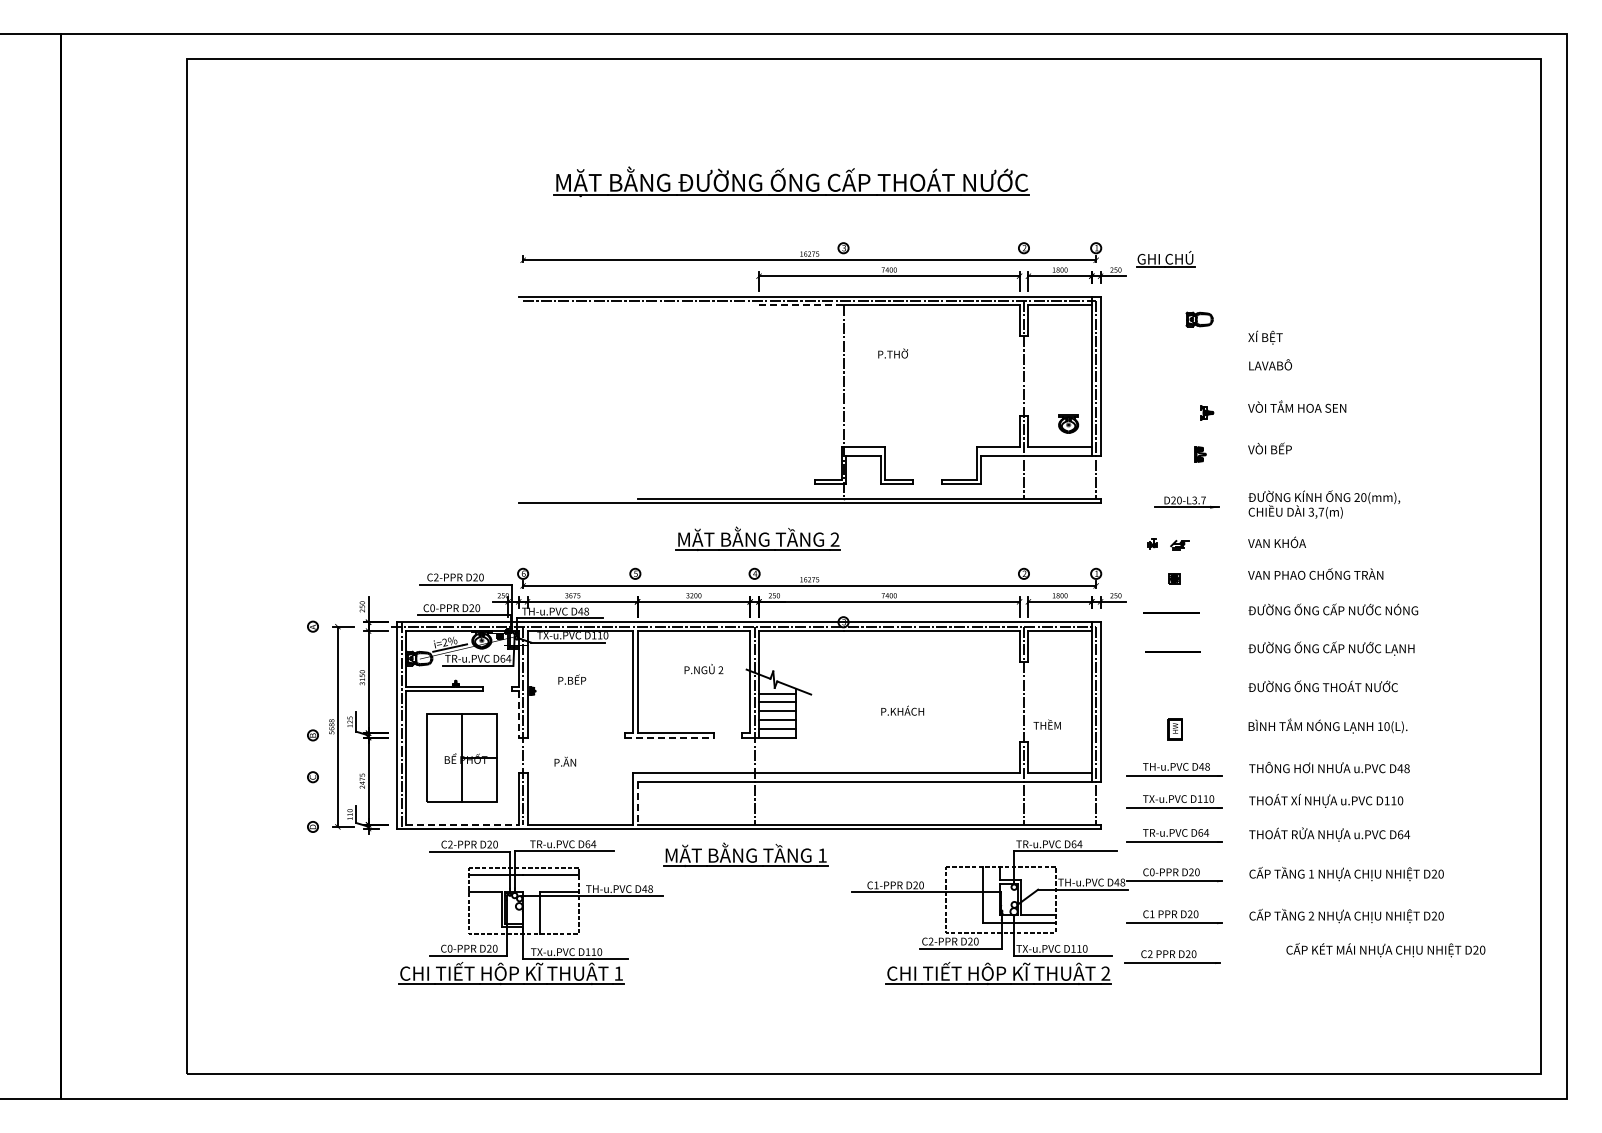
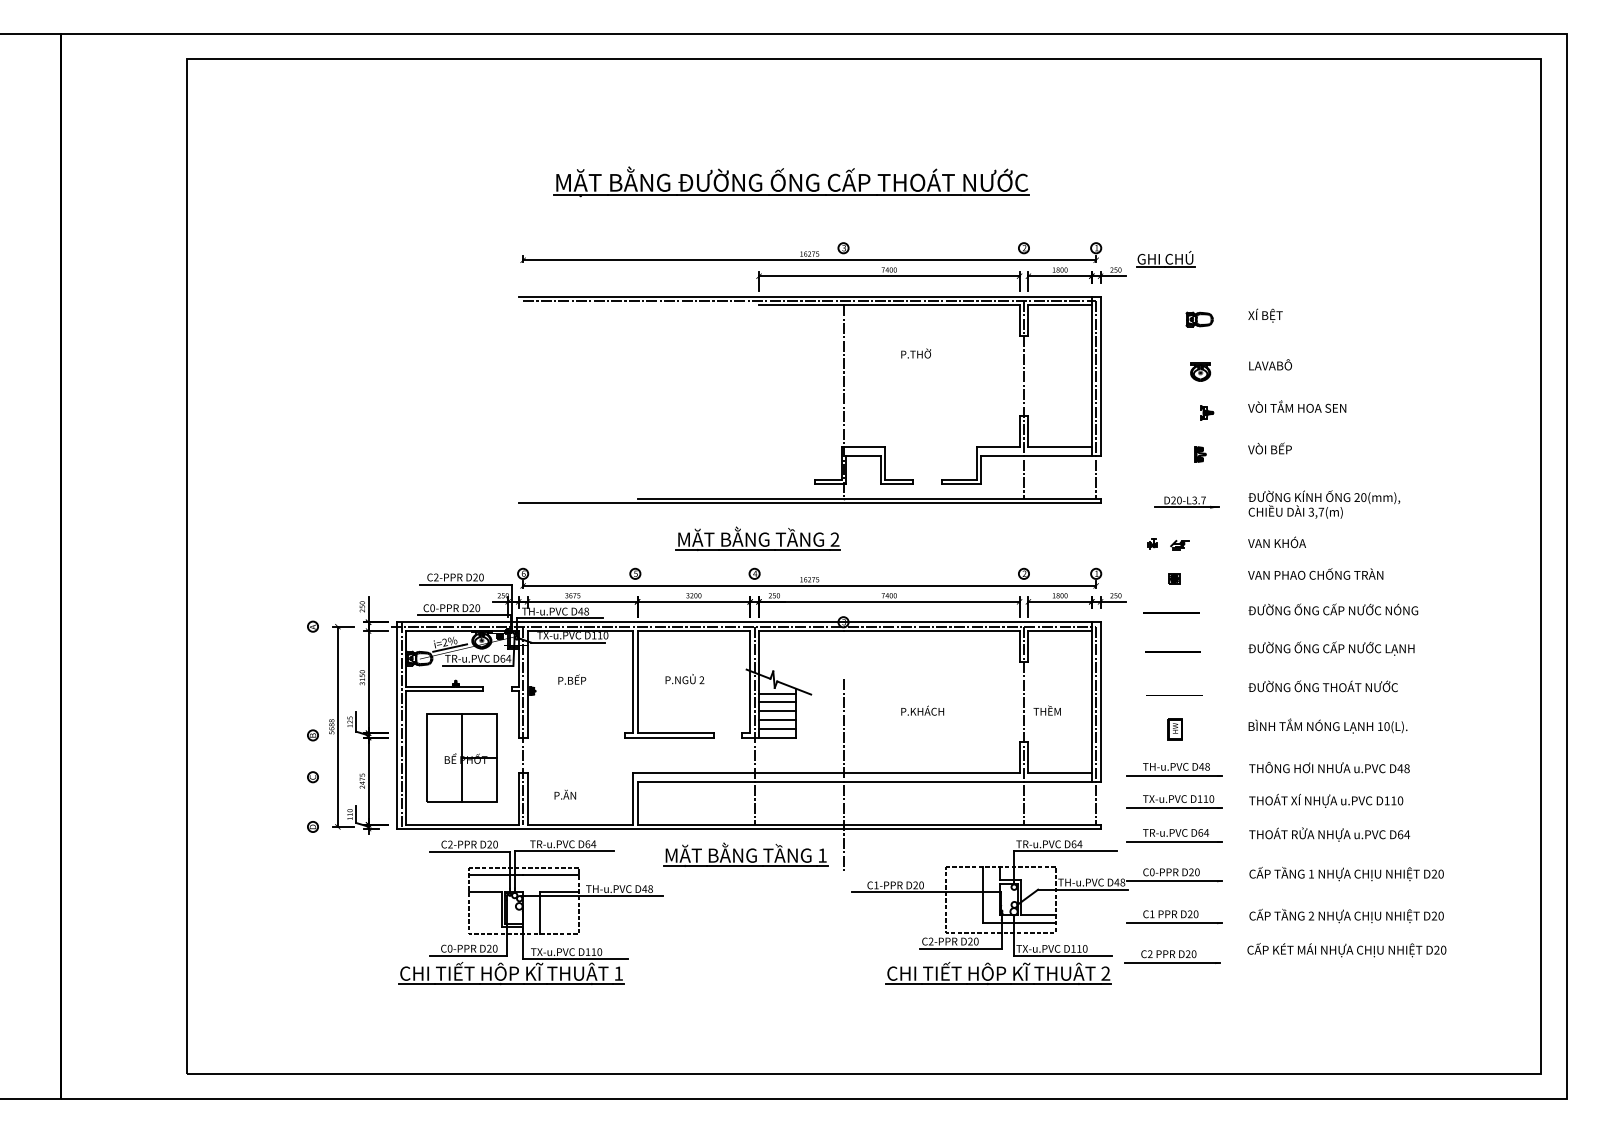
line at (801, 305): dashed -> solid
text at (1265, 337) position: (1265, 337) -> (1265, 315)
text at (892, 353) position: (892, 353) -> (915, 353)
part at (1068, 423) position: (1068, 423) -> (1200, 371)
text at (703, 669) position: (703, 669) -> (684, 679)
line at (1174, 695): none -> present
text at (902, 710) position: (902, 710) -> (922, 710)
line at (518, 714): dashed -> solid
text at (1046, 724) position: (1046, 724) -> (1046, 710)
line at (670, 737): dashed -> solid
text at (565, 761) position: (565, 761) -> (565, 794)
line at (843, 776): none -> present
line at (637, 803): dashed -> solid
line at (462, 824): dashed -> solid
text at (1385, 950) position: (1385, 950) -> (1346, 950)
